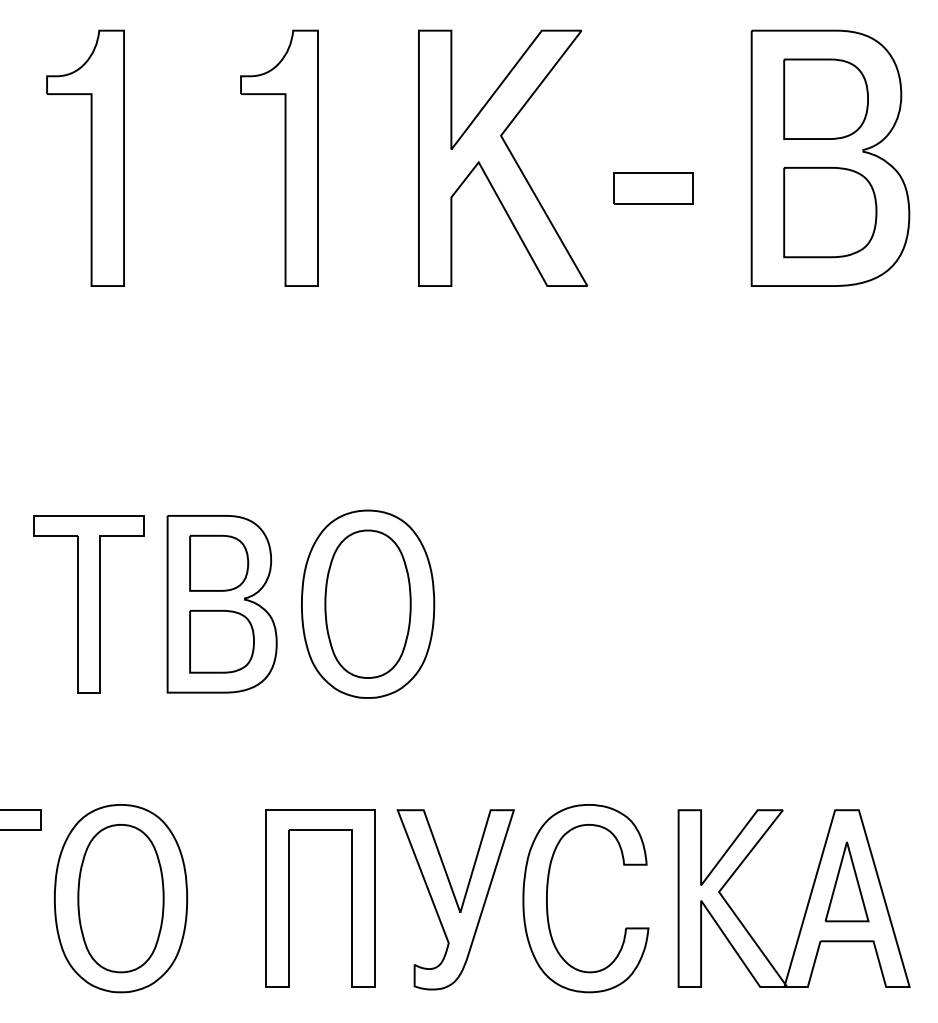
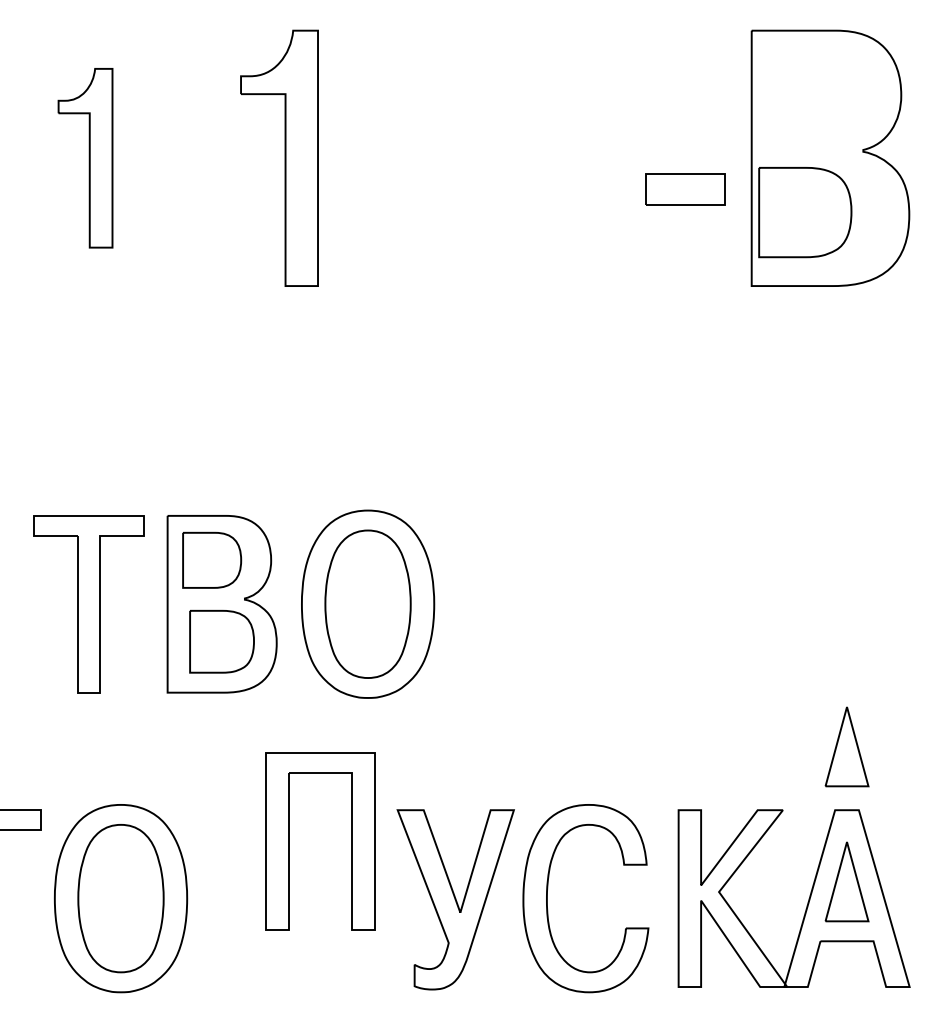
part at (825, 98): present -> none
part at (85, 157) size: 79x258 px -> 57x181 px
part at (503, 157): present -> none
part at (653, 188) position: (653, 188) -> (685, 189)
part at (830, 212) position: (830, 212) -> (805, 212)
part at (219, 562) position: (219, 562) -> (212, 559)
part at (846, 746): none -> present
part at (289, 898) position: (289, 898) -> (289, 841)
